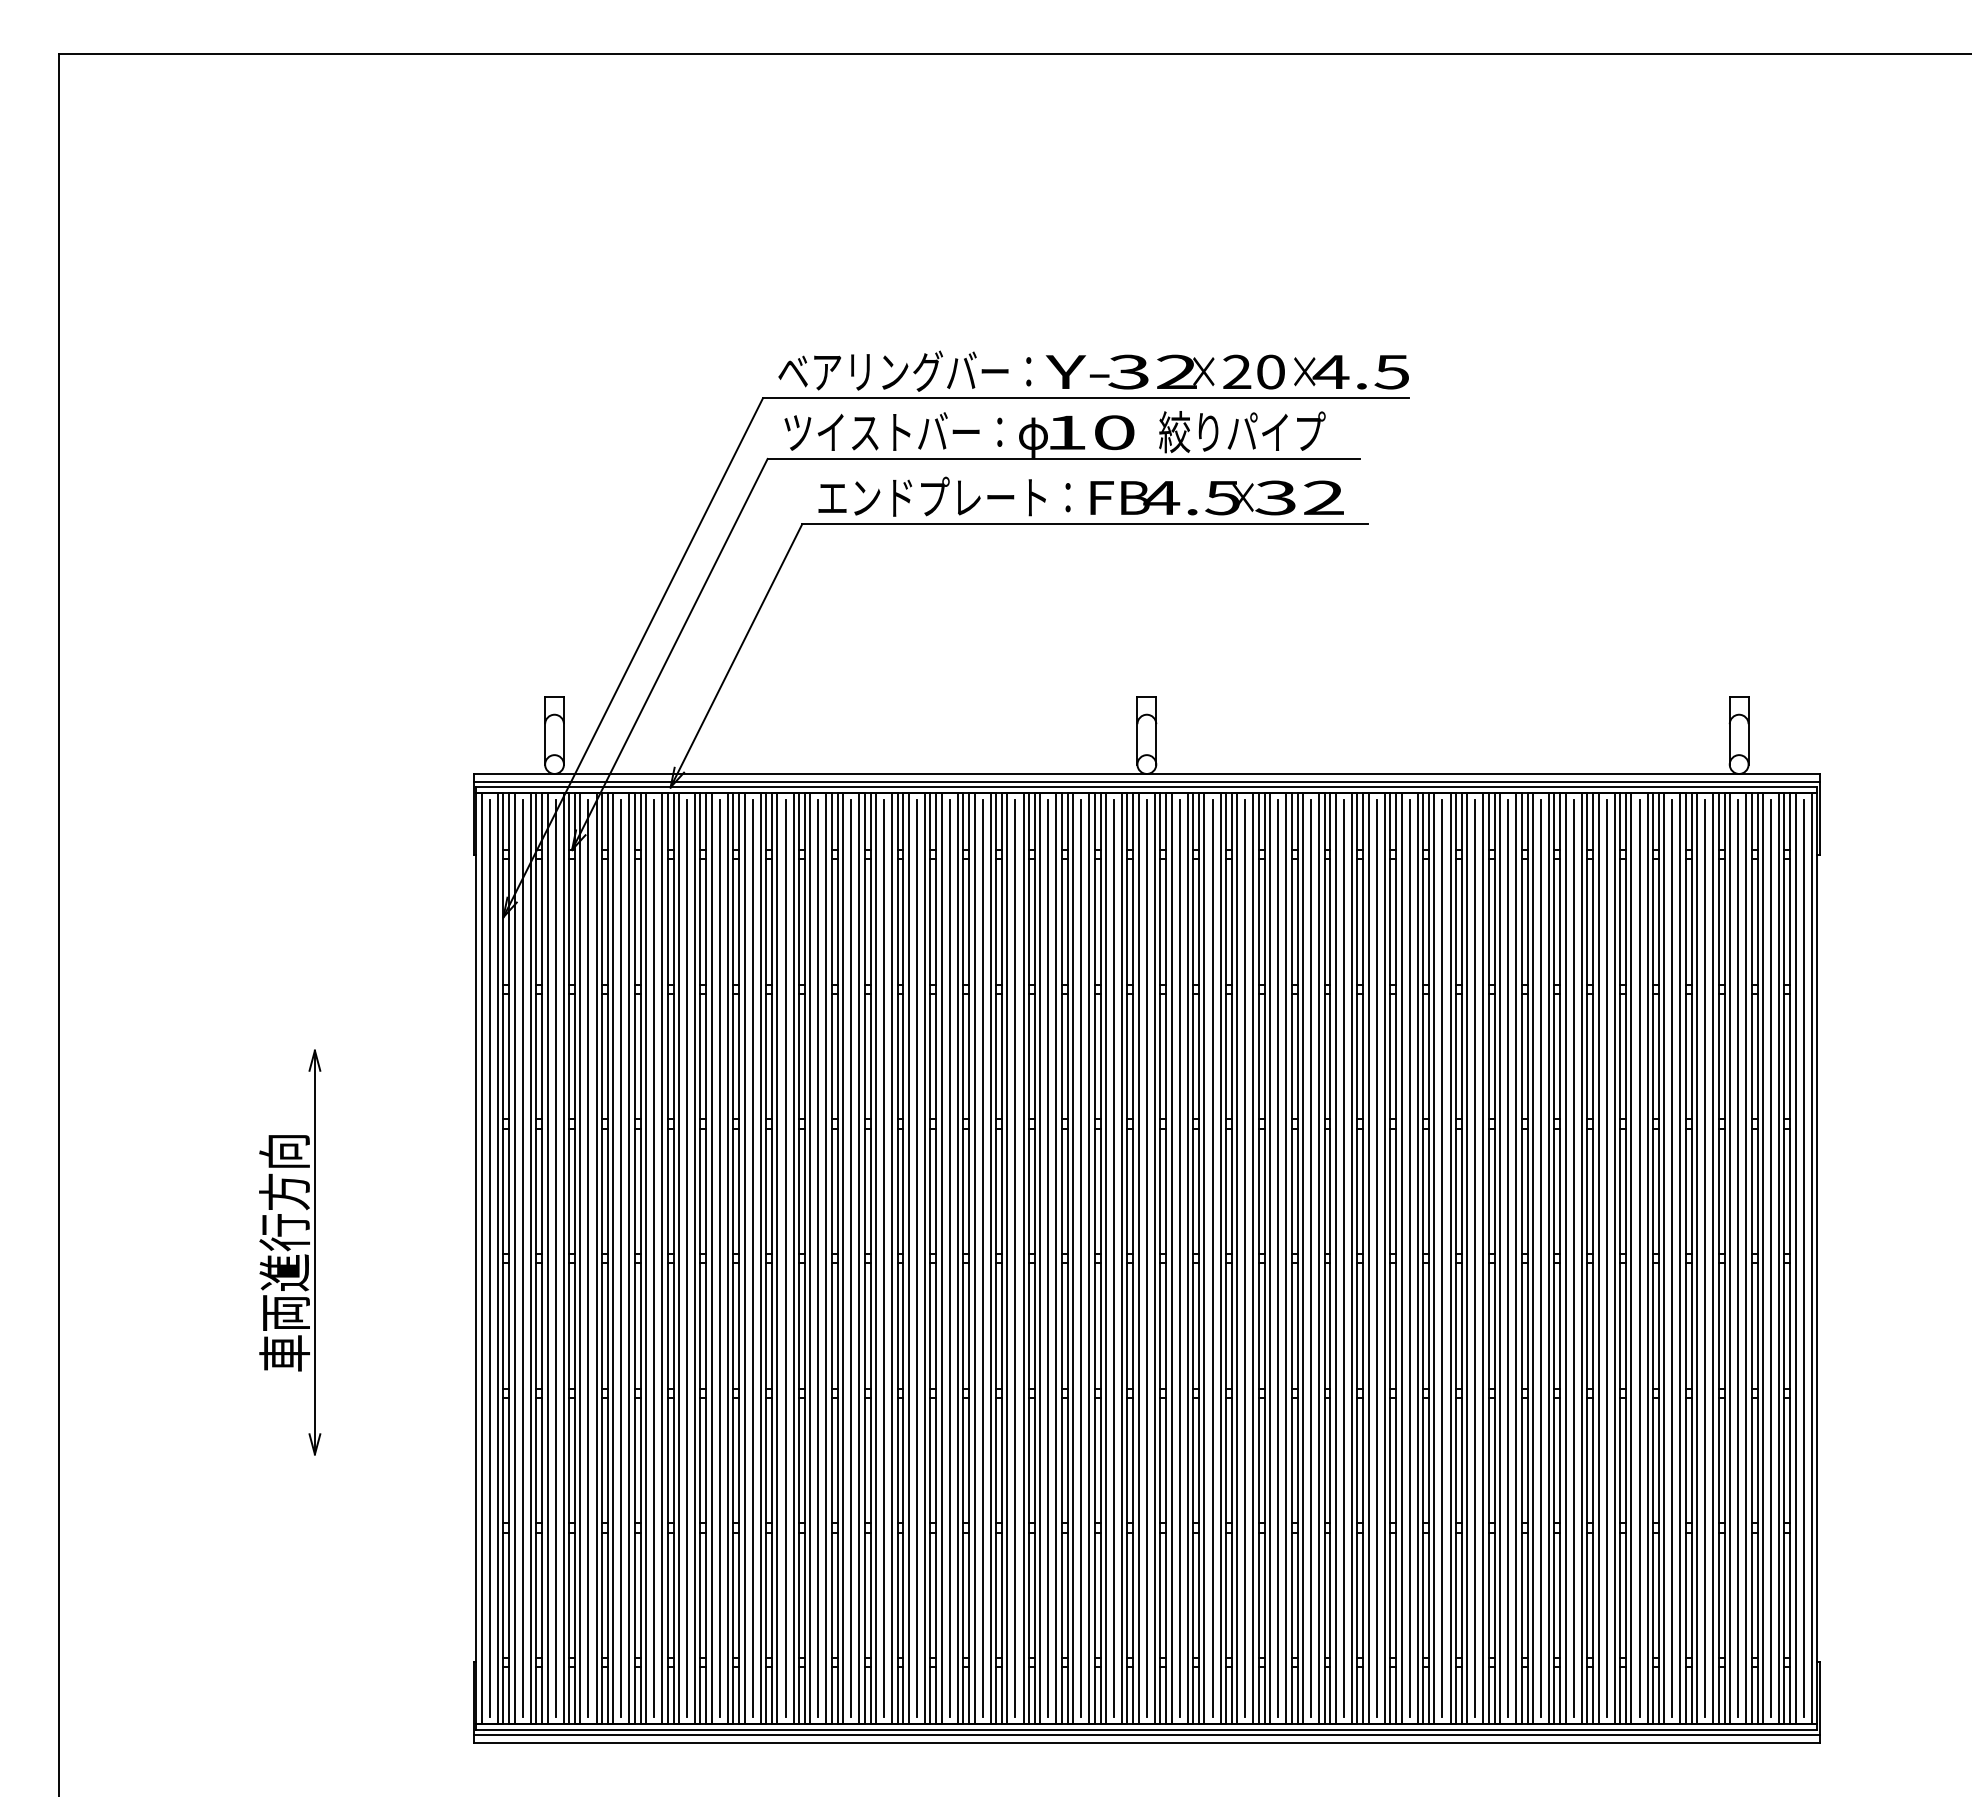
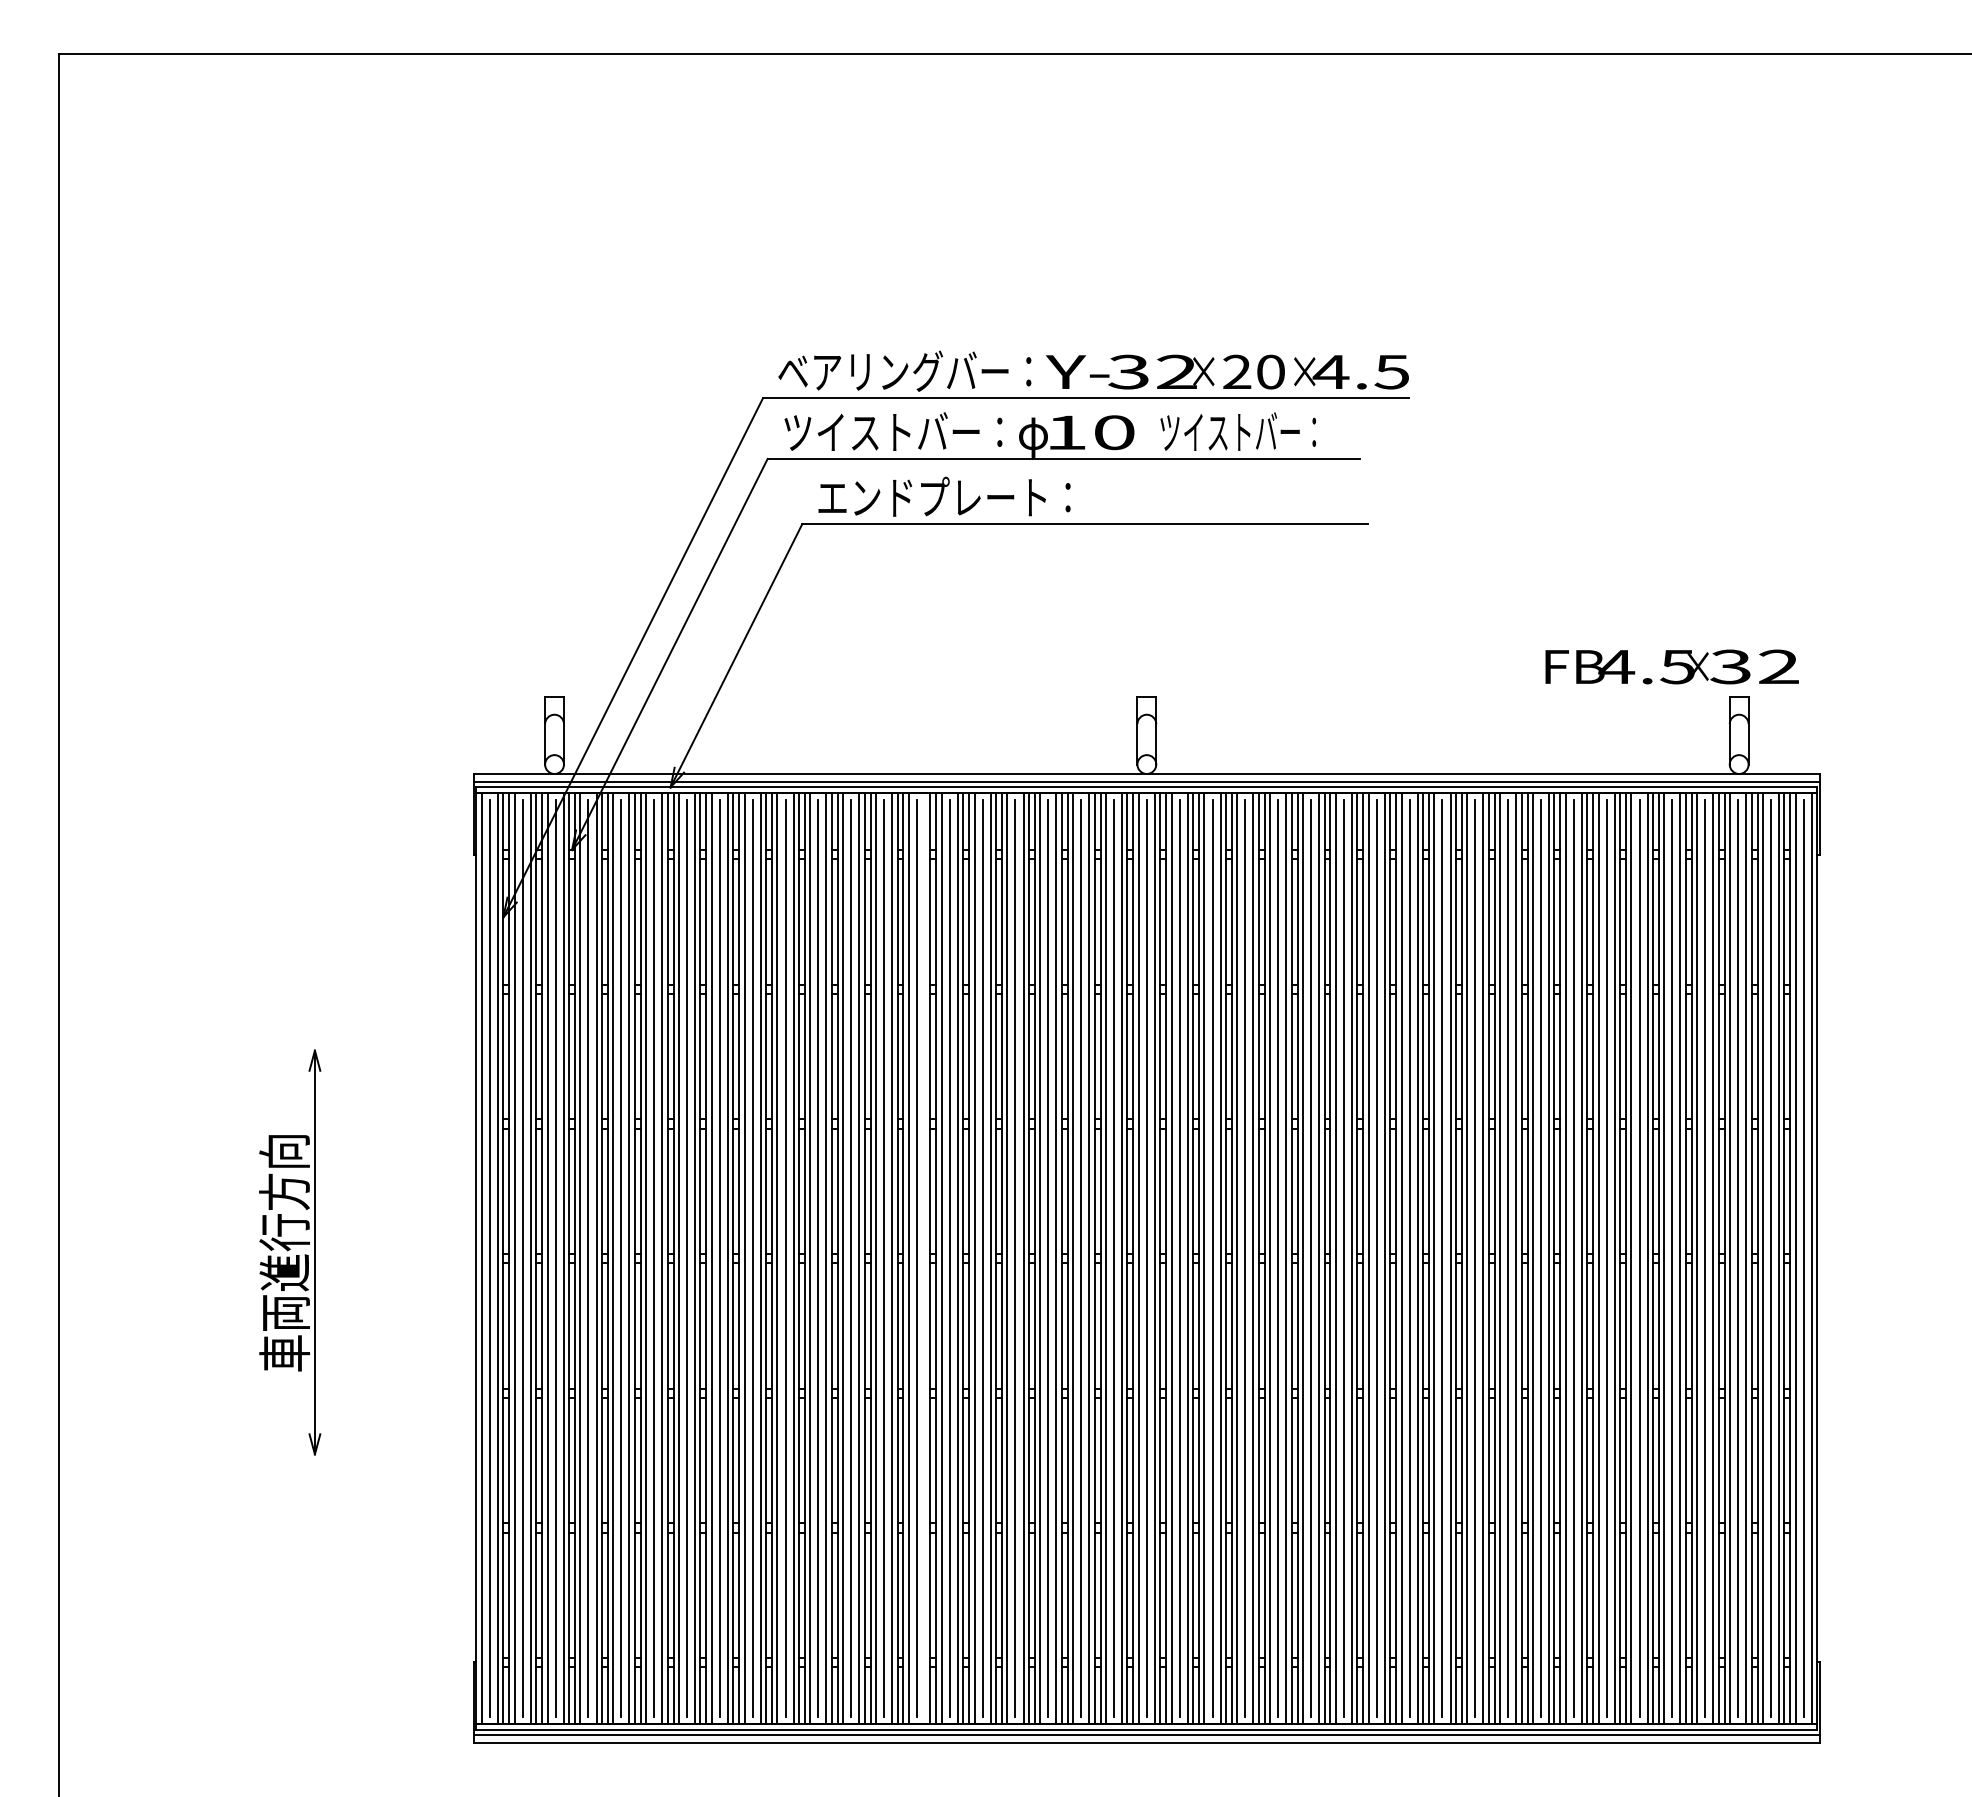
text at (1242, 432): 絞りパイプ -> ツイストバー：
text at (1216, 497) position: (1216, 497) -> (1671, 666)
line at (925, 1258): present -> none
